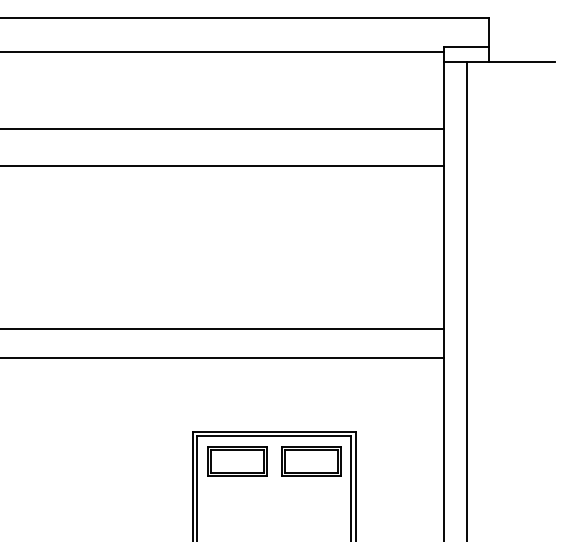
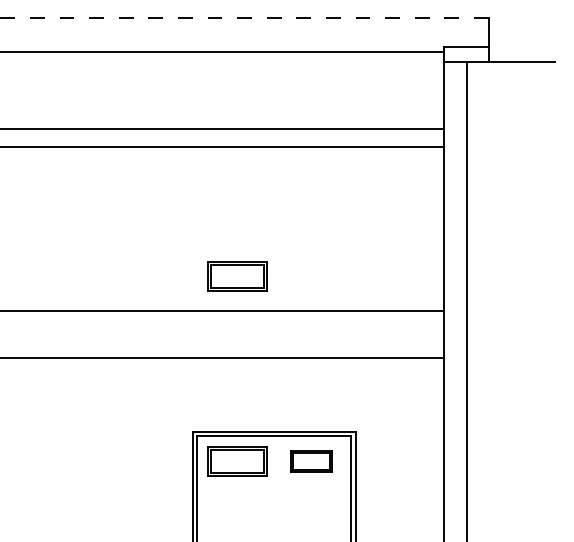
line at (244, 17): solid -> dashed
line at (223, 165) position: (223, 165) -> (223, 146)
part at (237, 276): none -> present
line at (223, 328) position: (223, 328) -> (223, 310)
part at (311, 461) size: 61x31 px -> 43x23 px
